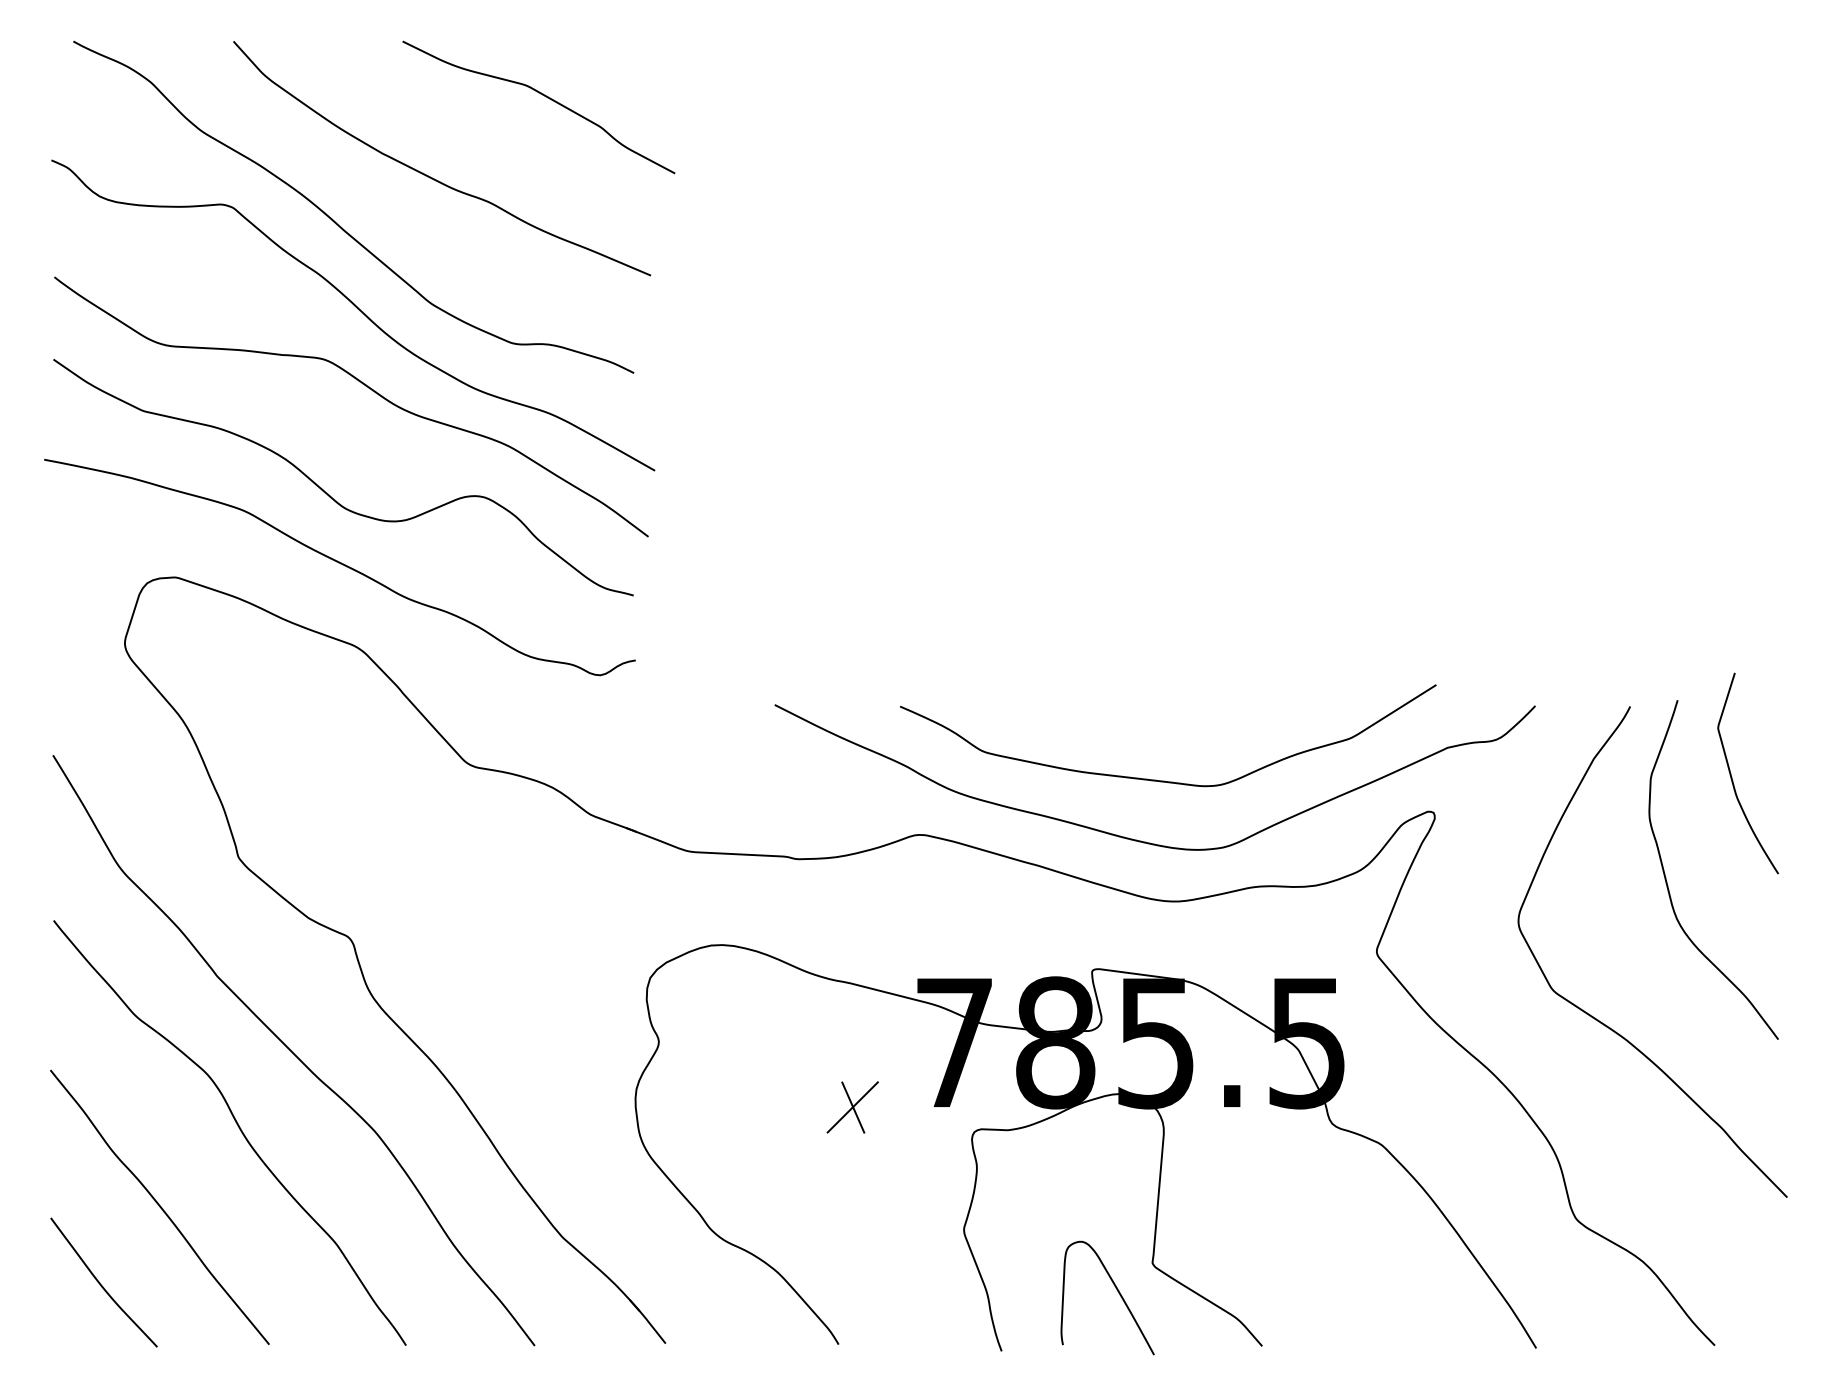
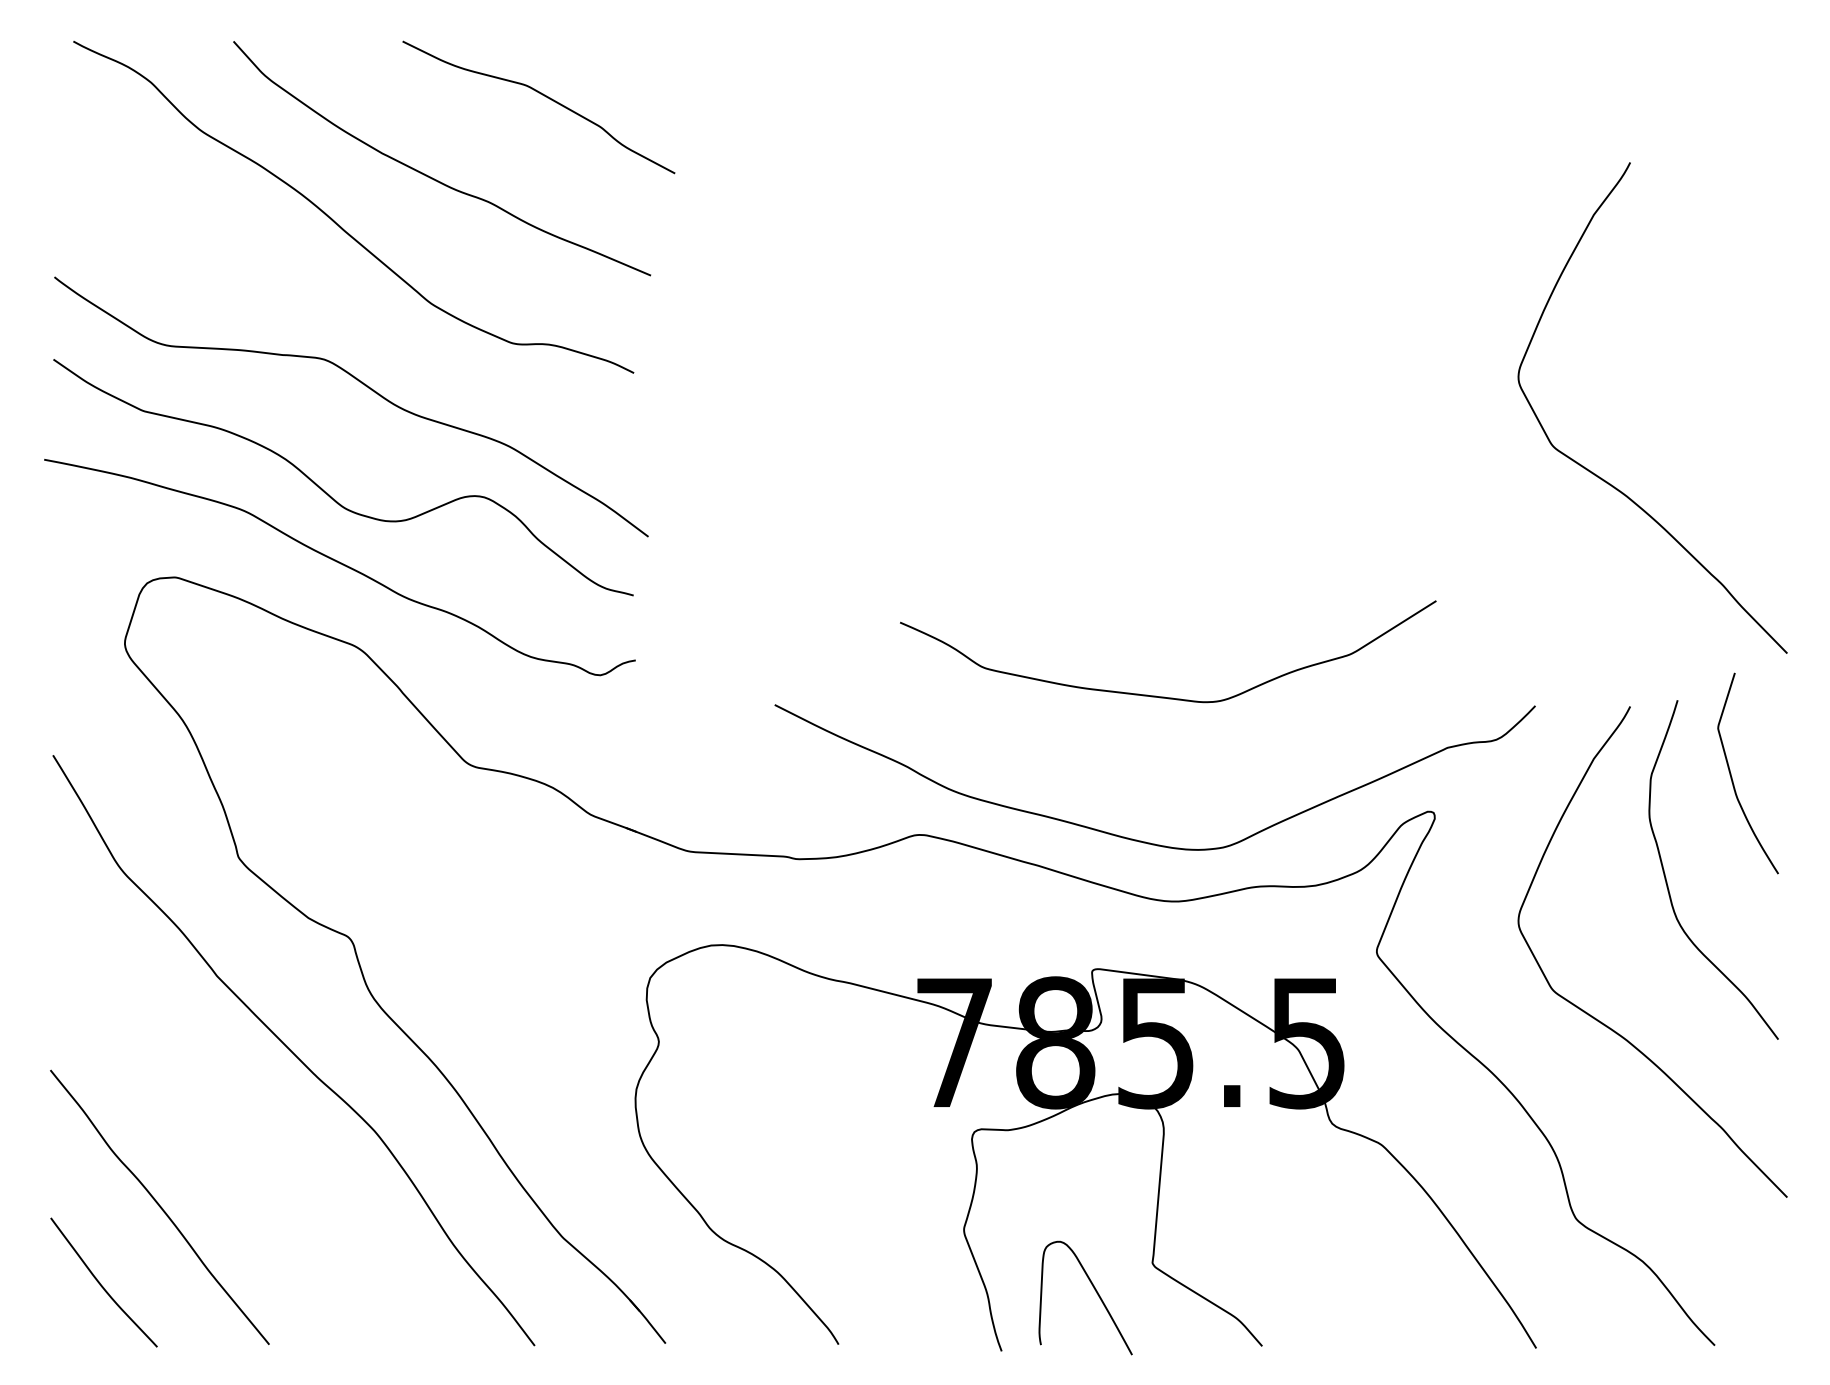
curve at (358, 310): present -> none
curve at (1604, 479): none -> present
curve at (1164, 780) position: (1164, 780) -> (1164, 696)
part at (852, 1107): present -> none
curve at (237, 1126): present -> none
curve at (1117, 1291) position: (1117, 1291) -> (1095, 1291)
